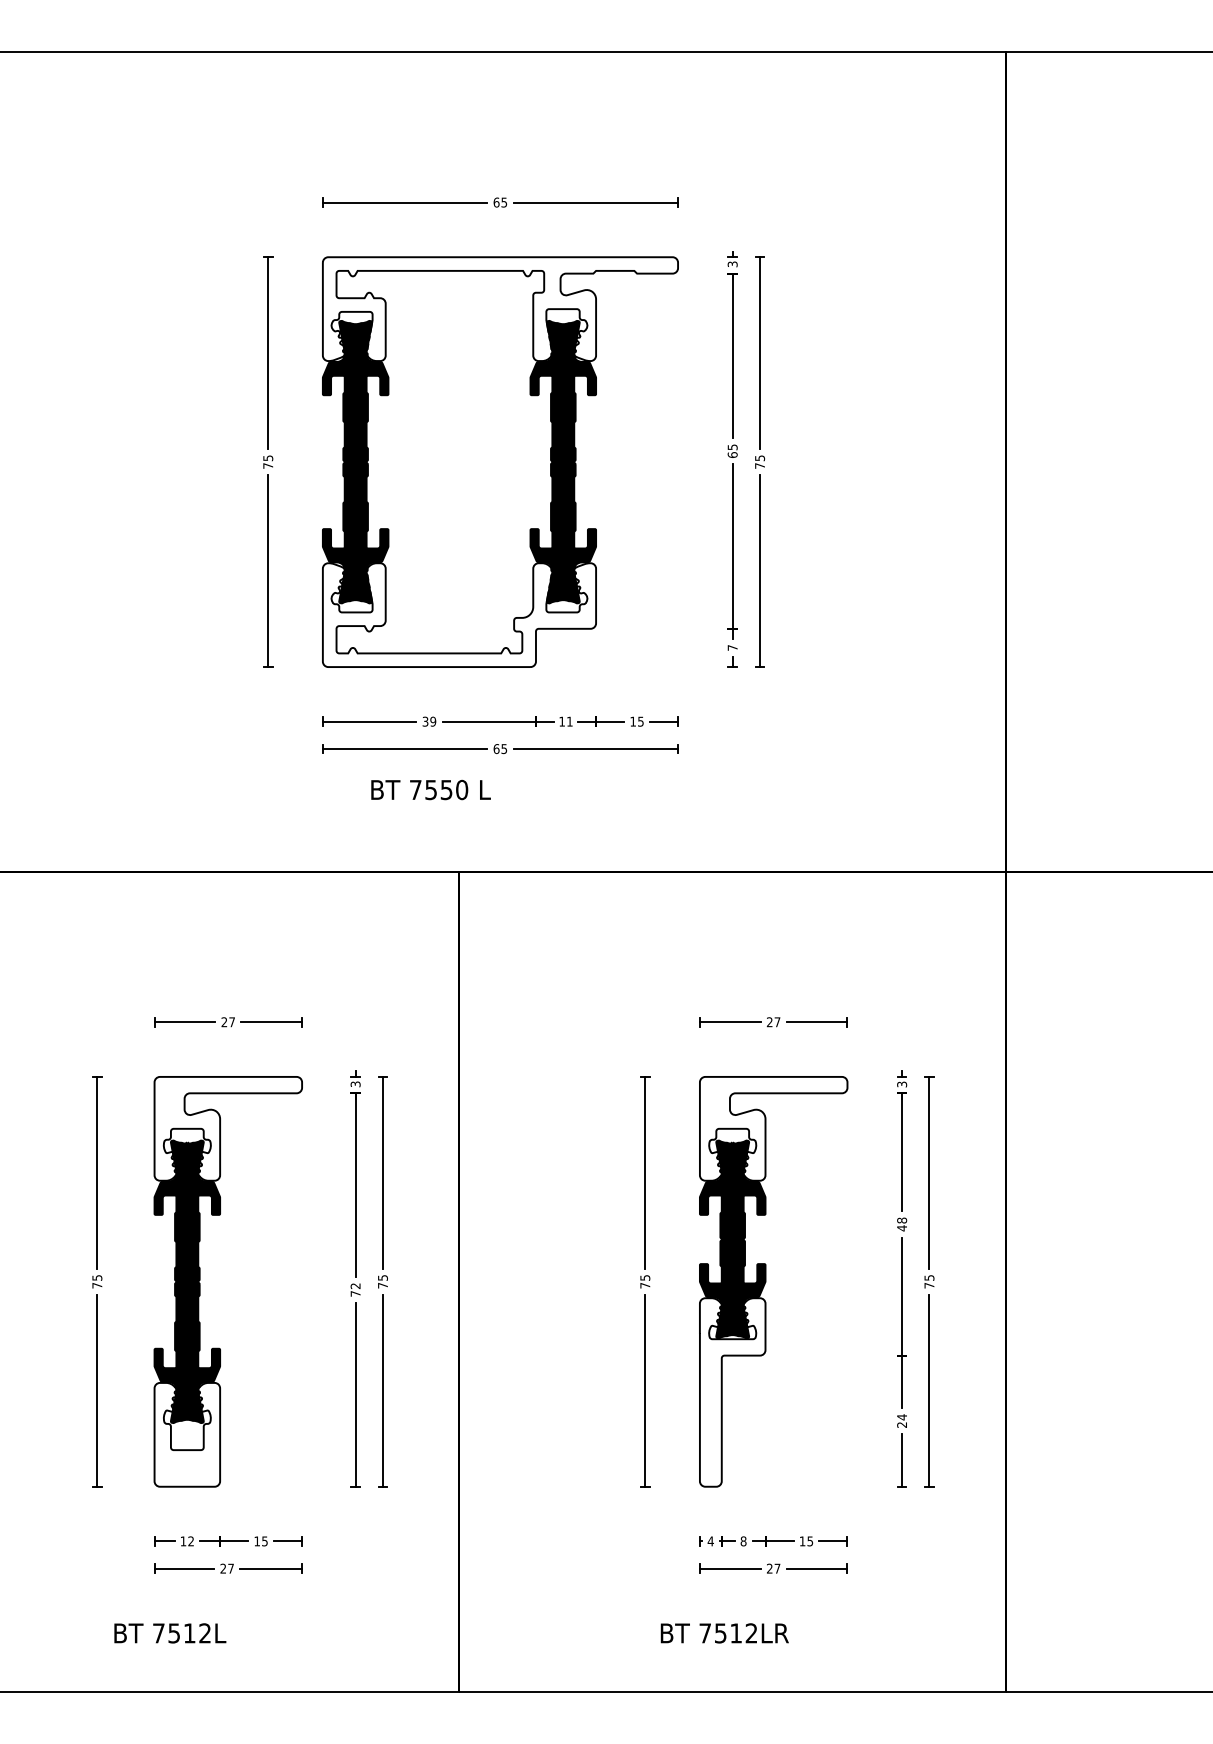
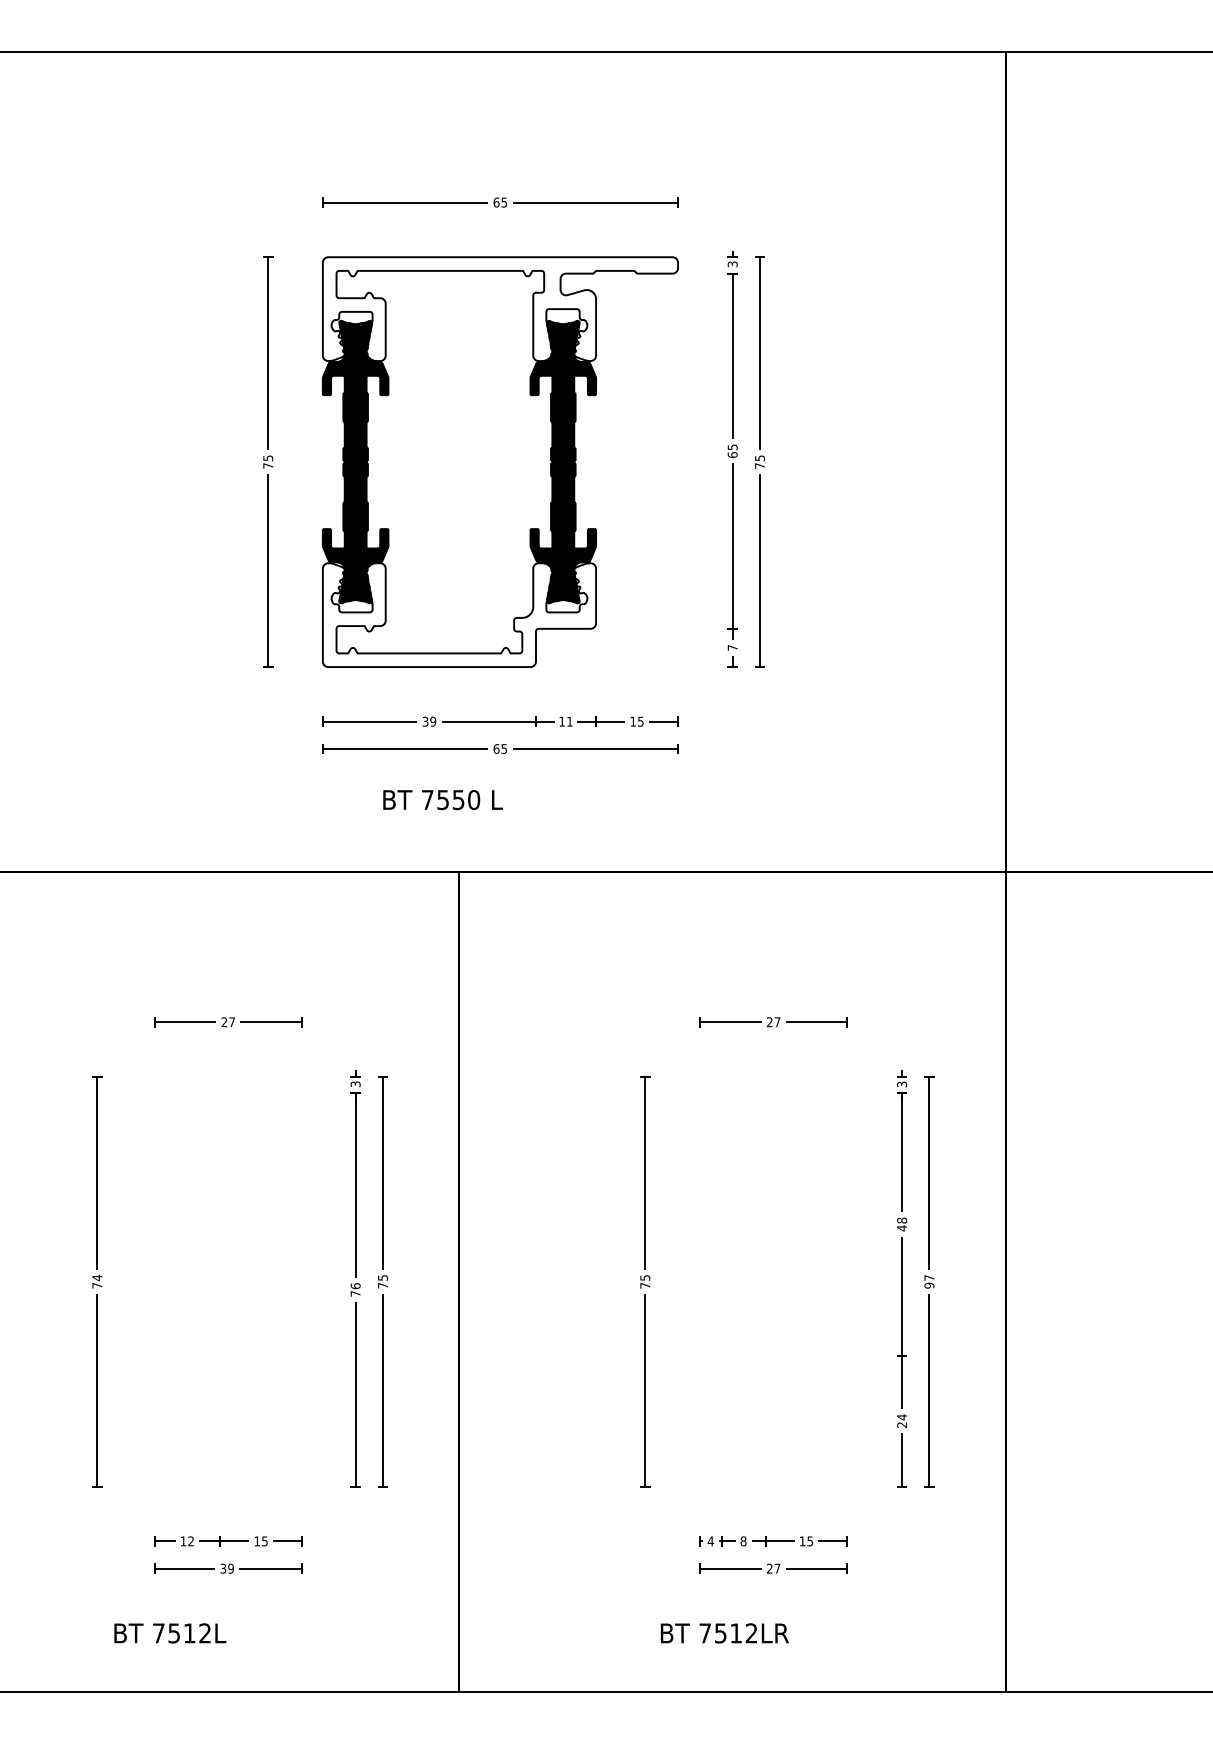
text at (430, 789) position: (430, 789) -> (442, 799)
text at (97, 1277): 75 -> 74
part at (200, 1280): present -> none
part at (766, 1281): present -> none
text at (929, 1281): 75 -> 97
text at (355, 1286): 72 -> 76
text at (227, 1568): 27 -> 39
